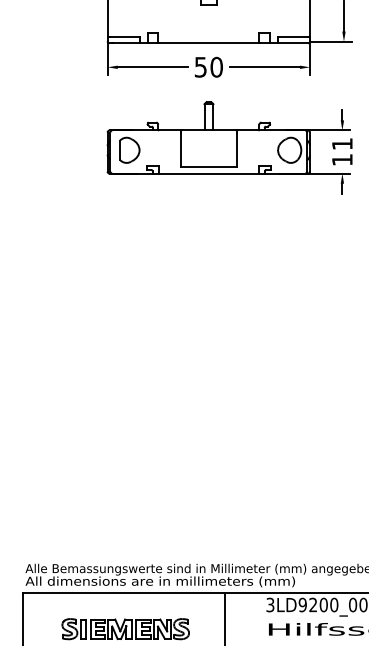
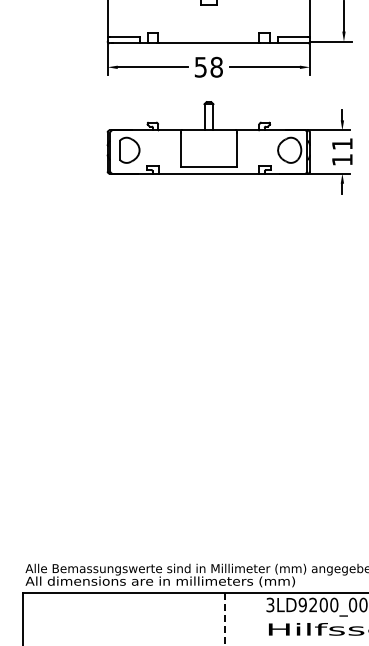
text at (216, 67): 50 -> 58
line at (225, 618): solid -> dashed
part at (125, 629): present -> none
